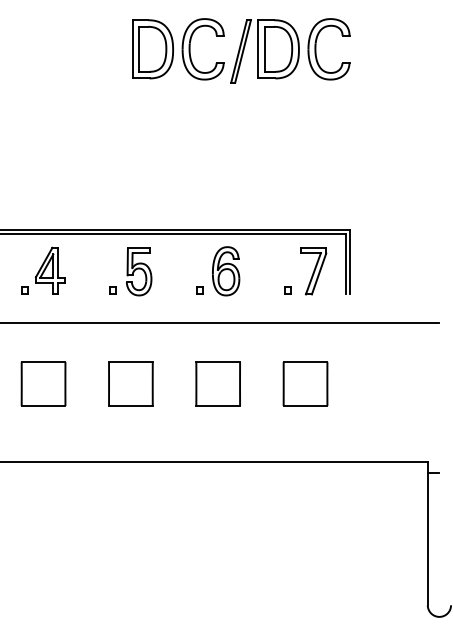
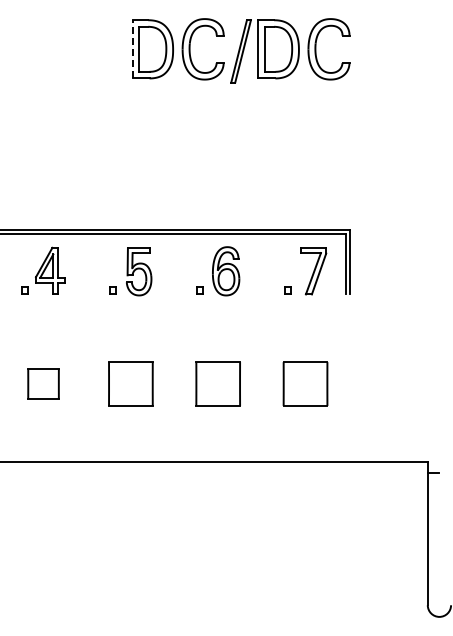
line at (132, 48): solid -> dashed
line at (220, 323): present -> none
part at (43, 383) size: 47x46 px -> 33x32 px
